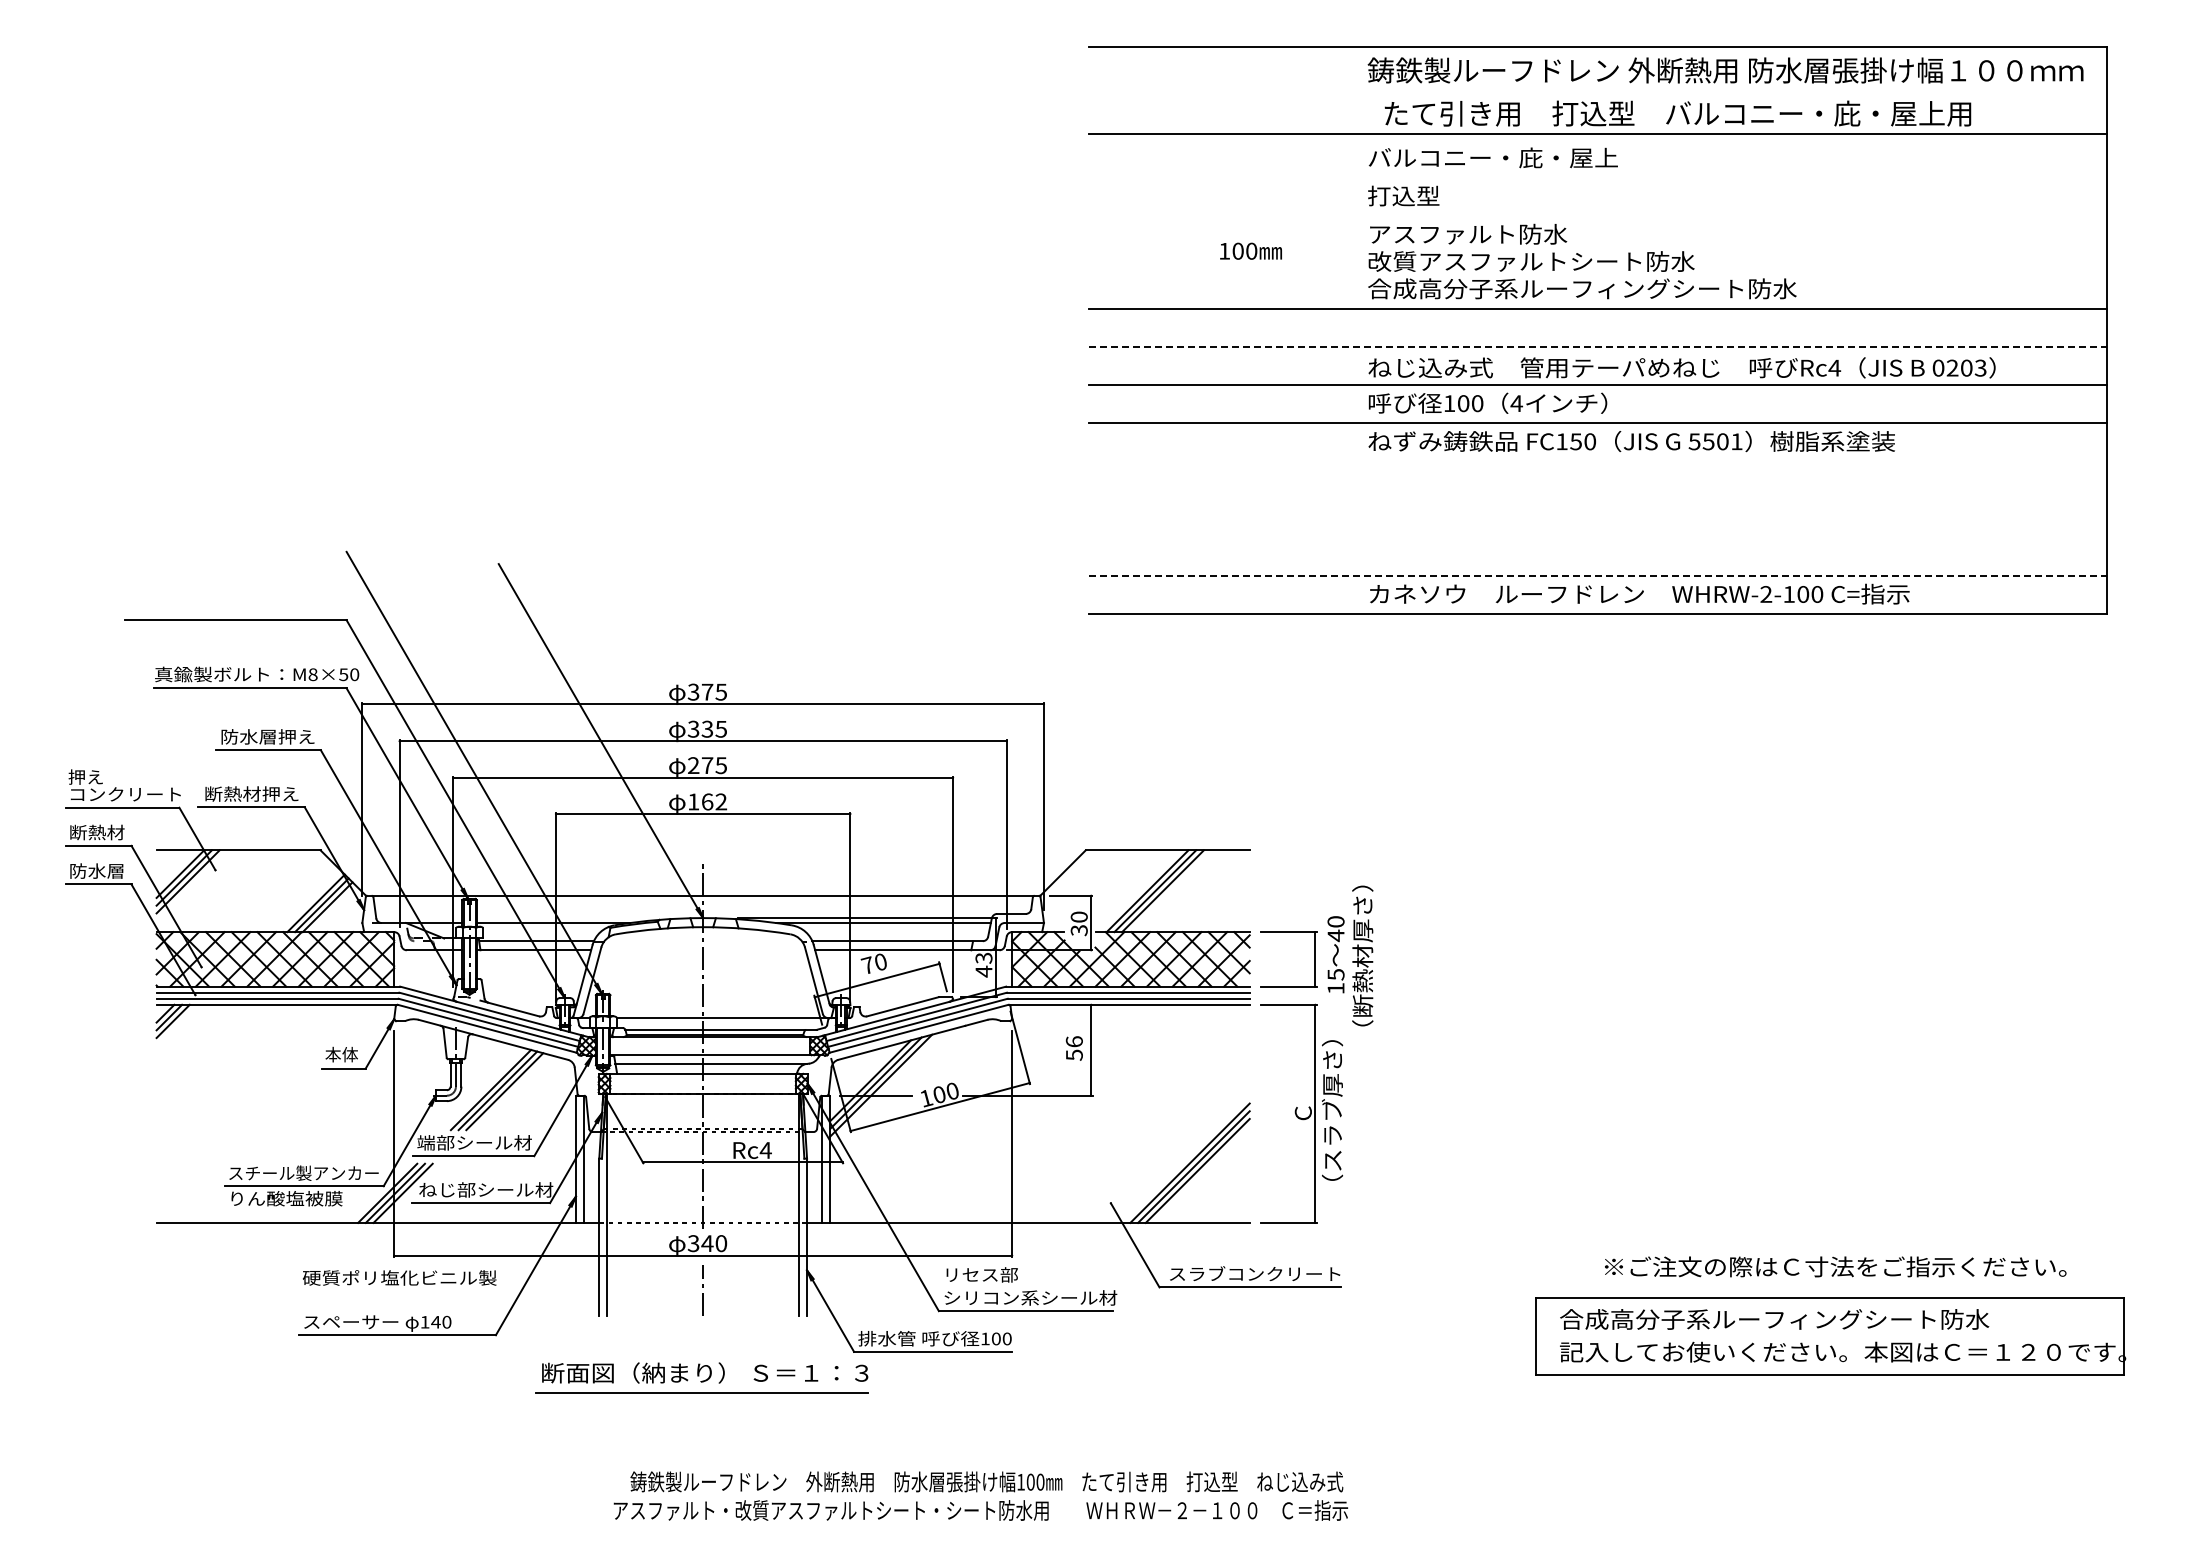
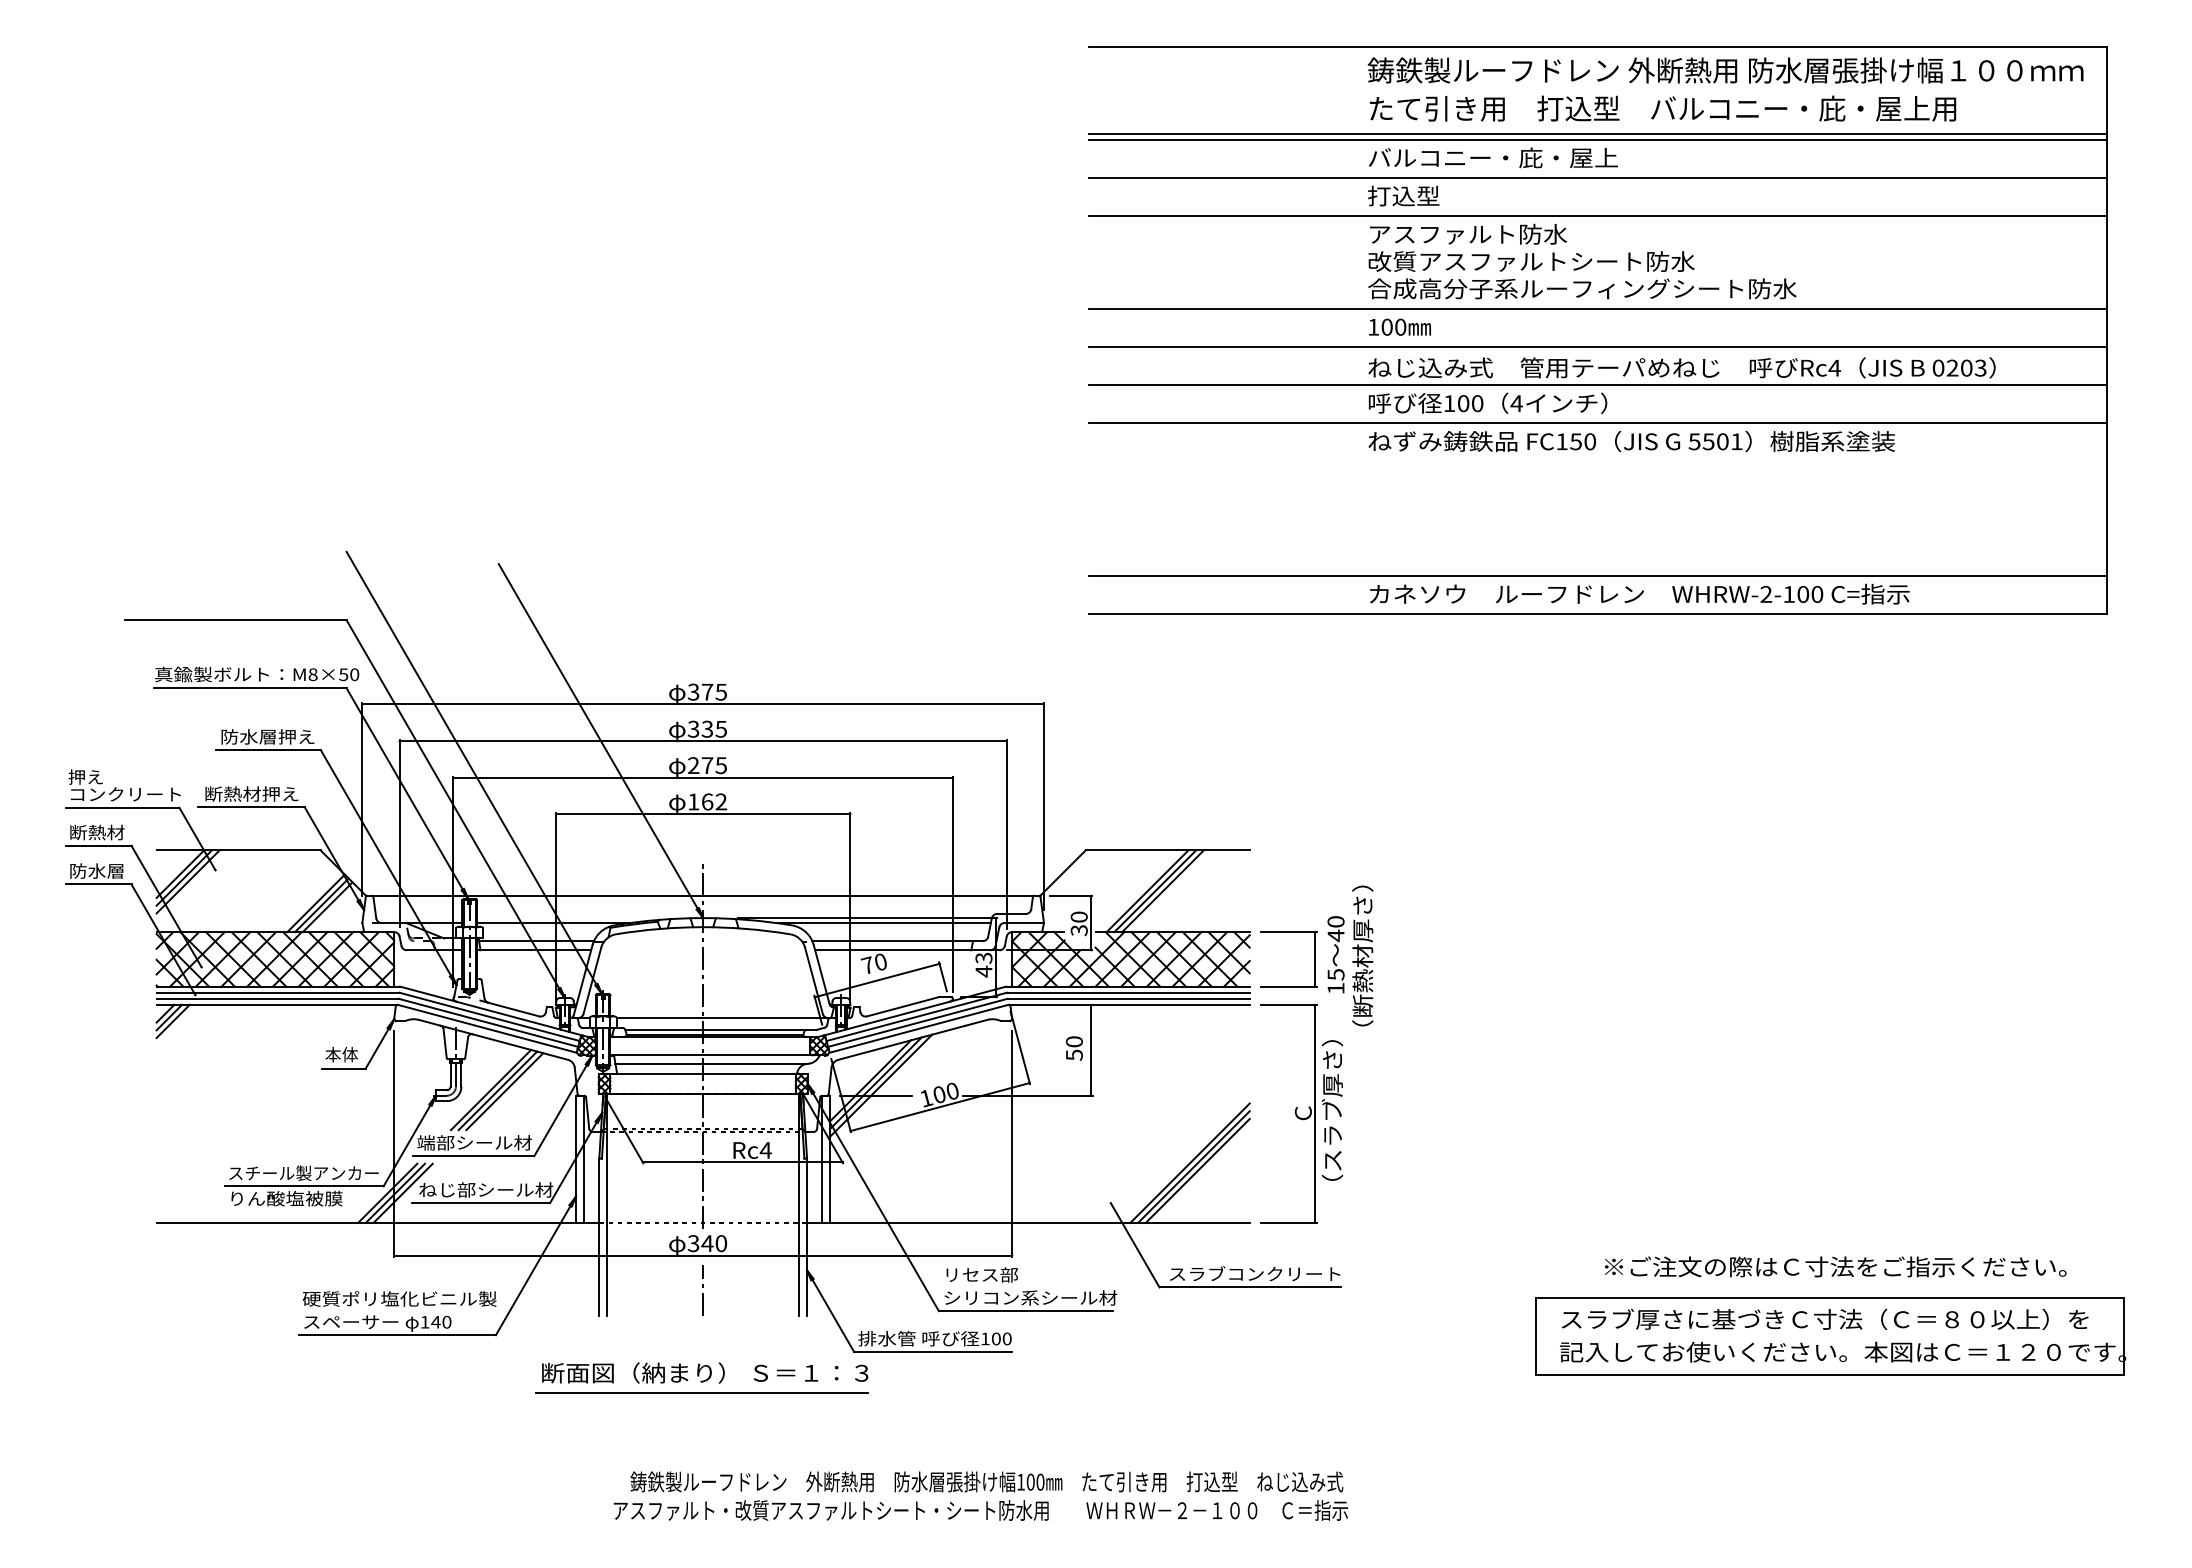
text at (1677, 113) position: (1677, 113) -> (1662, 108)
line at (1598, 139): none -> present
line at (1598, 177): none -> present
line at (1598, 215): none -> present
text at (1250, 250) position: (1250, 250) -> (1399, 326)
line at (1598, 346): dashed -> solid
line at (1598, 575): dashed -> solid
text at (1073, 1041): 56 -> 50
text at (399, 1277) position: (399, 1277) -> (399, 1298)
text at (1824, 1318): 合成高分子系ルーフィングシート防水 -> スラブ厚さに基づきＣ寸法（Ｃ＝８０以上）を
